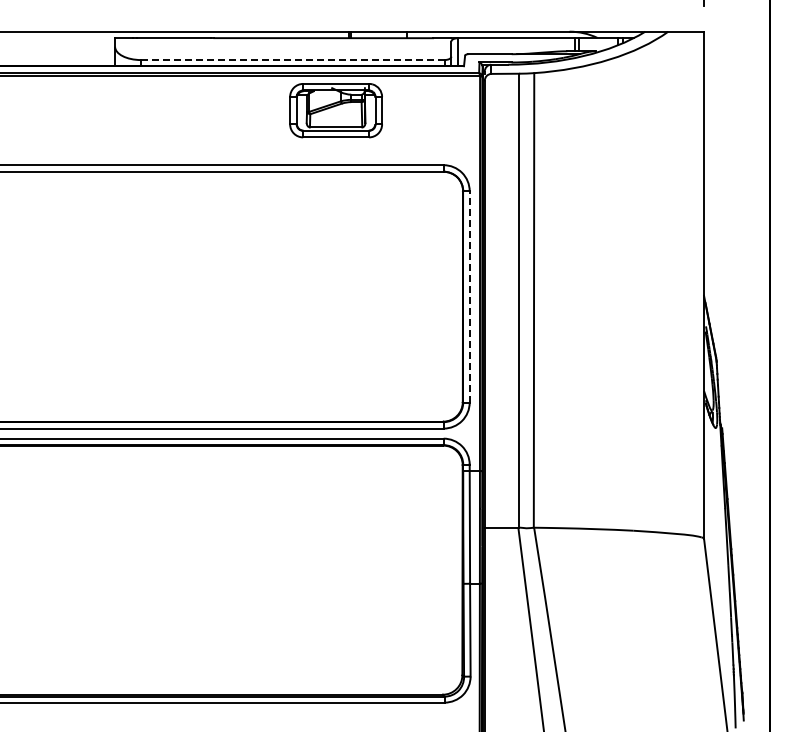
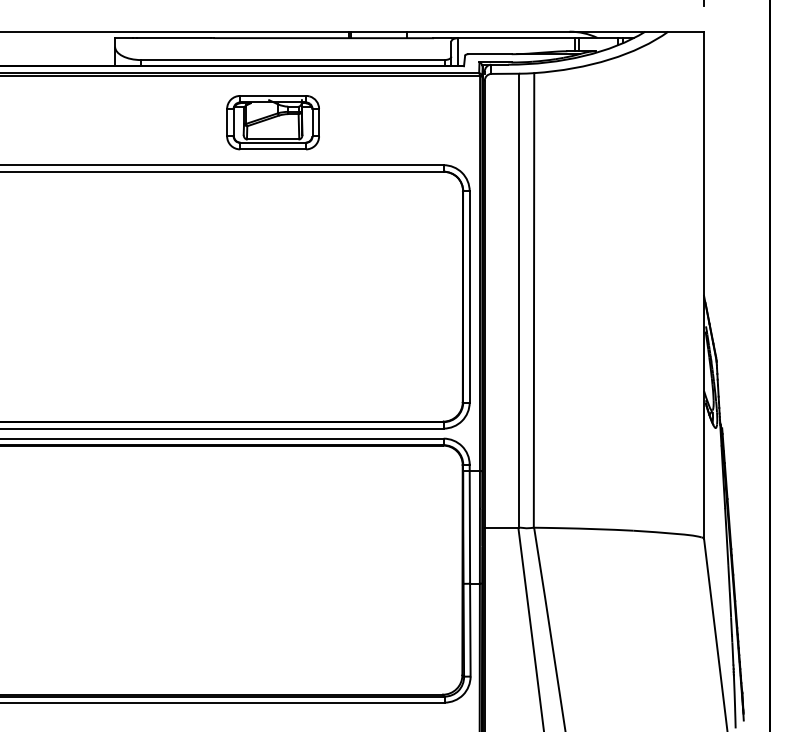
line at (293, 60): dashed -> solid
part at (335, 110) position: (335, 110) -> (272, 122)
line at (469, 296): dashed -> solid
